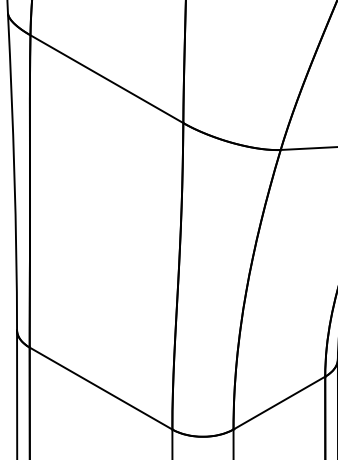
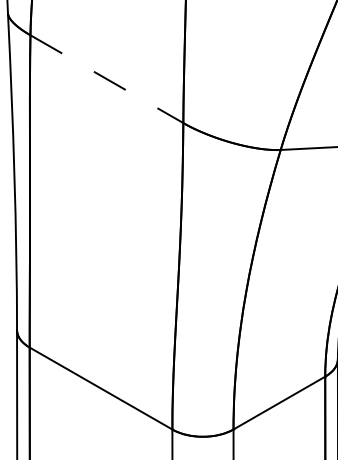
line at (107, 79): solid -> dashed
